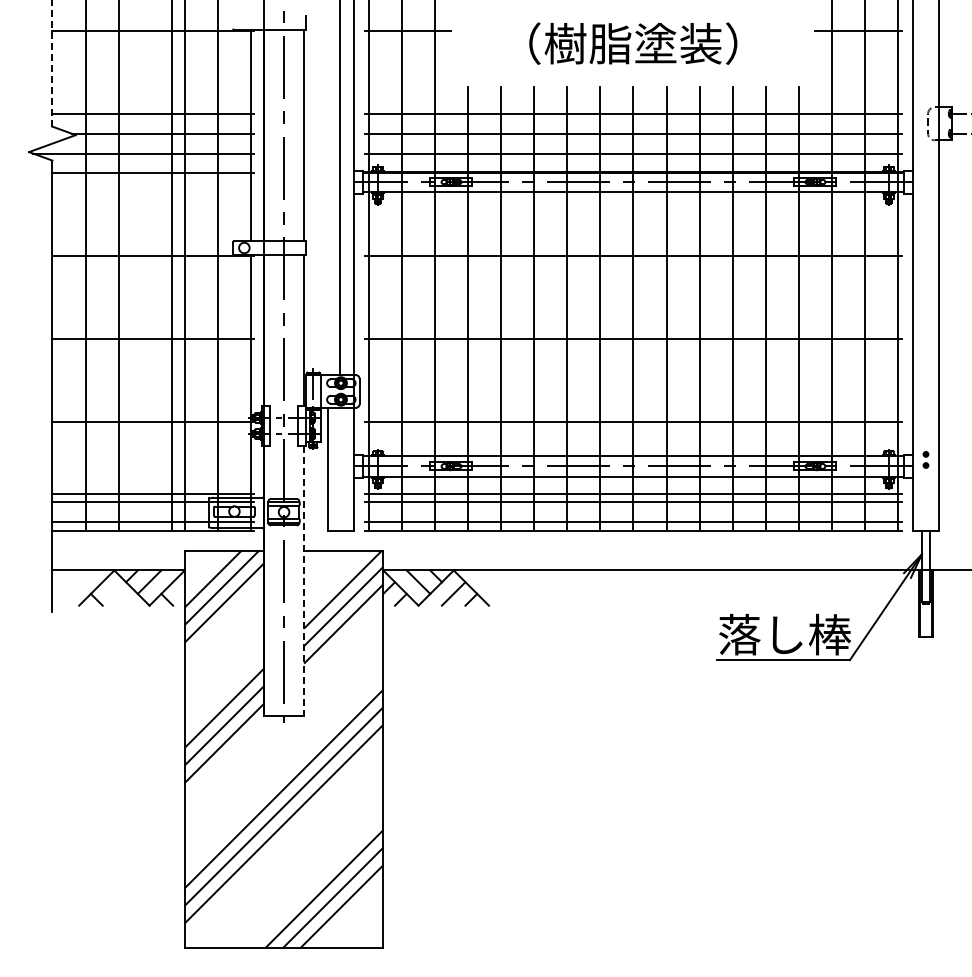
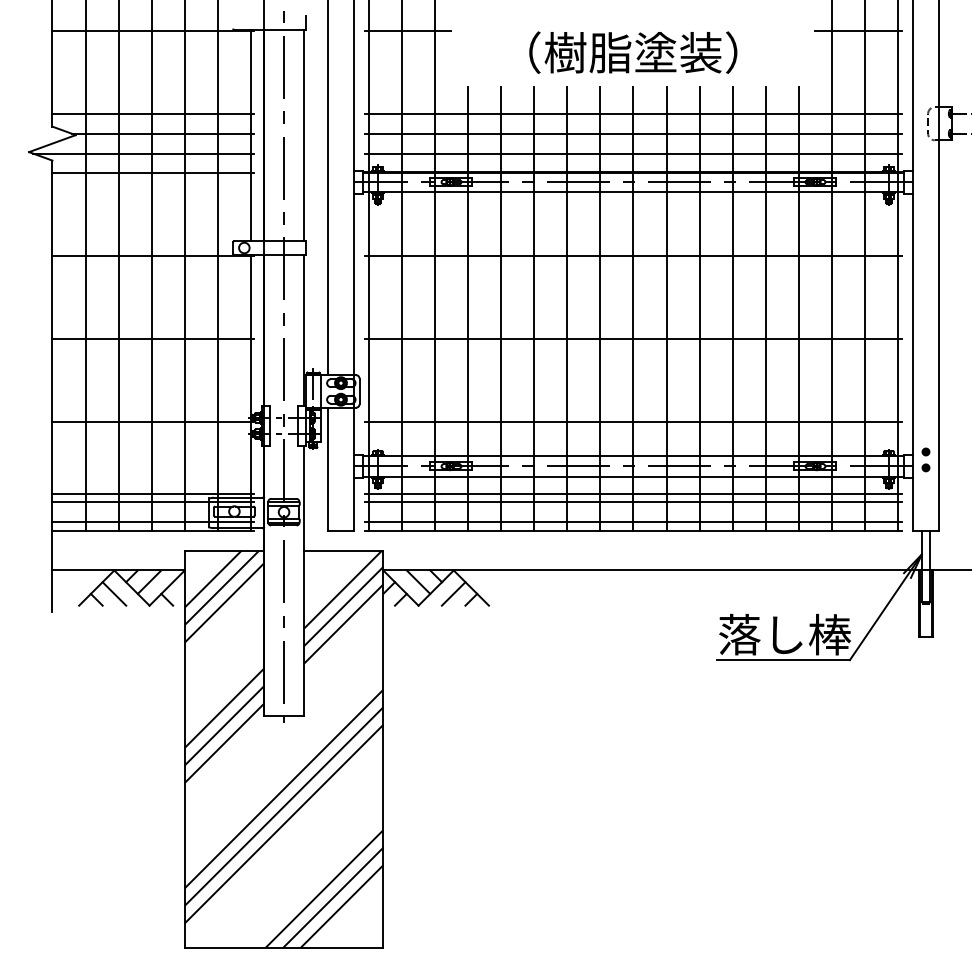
text at (633, 43) position: (633, 43) -> (633, 52)
line at (52, 63): dashed -> solid
line at (339, 188) position: (339, 188) -> (327, 188)
line at (171, 266) position: (171, 266) -> (151, 266)
part at (925, 459) size: 8x18 px -> 10x26 px
line at (304, 581): dashed -> solid
line at (114, 593): none -> present
